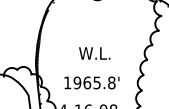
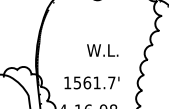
text at (94, 53) position: (94, 53) -> (102, 50)
text at (94, 82): 1965.8' -> 1561.7'
